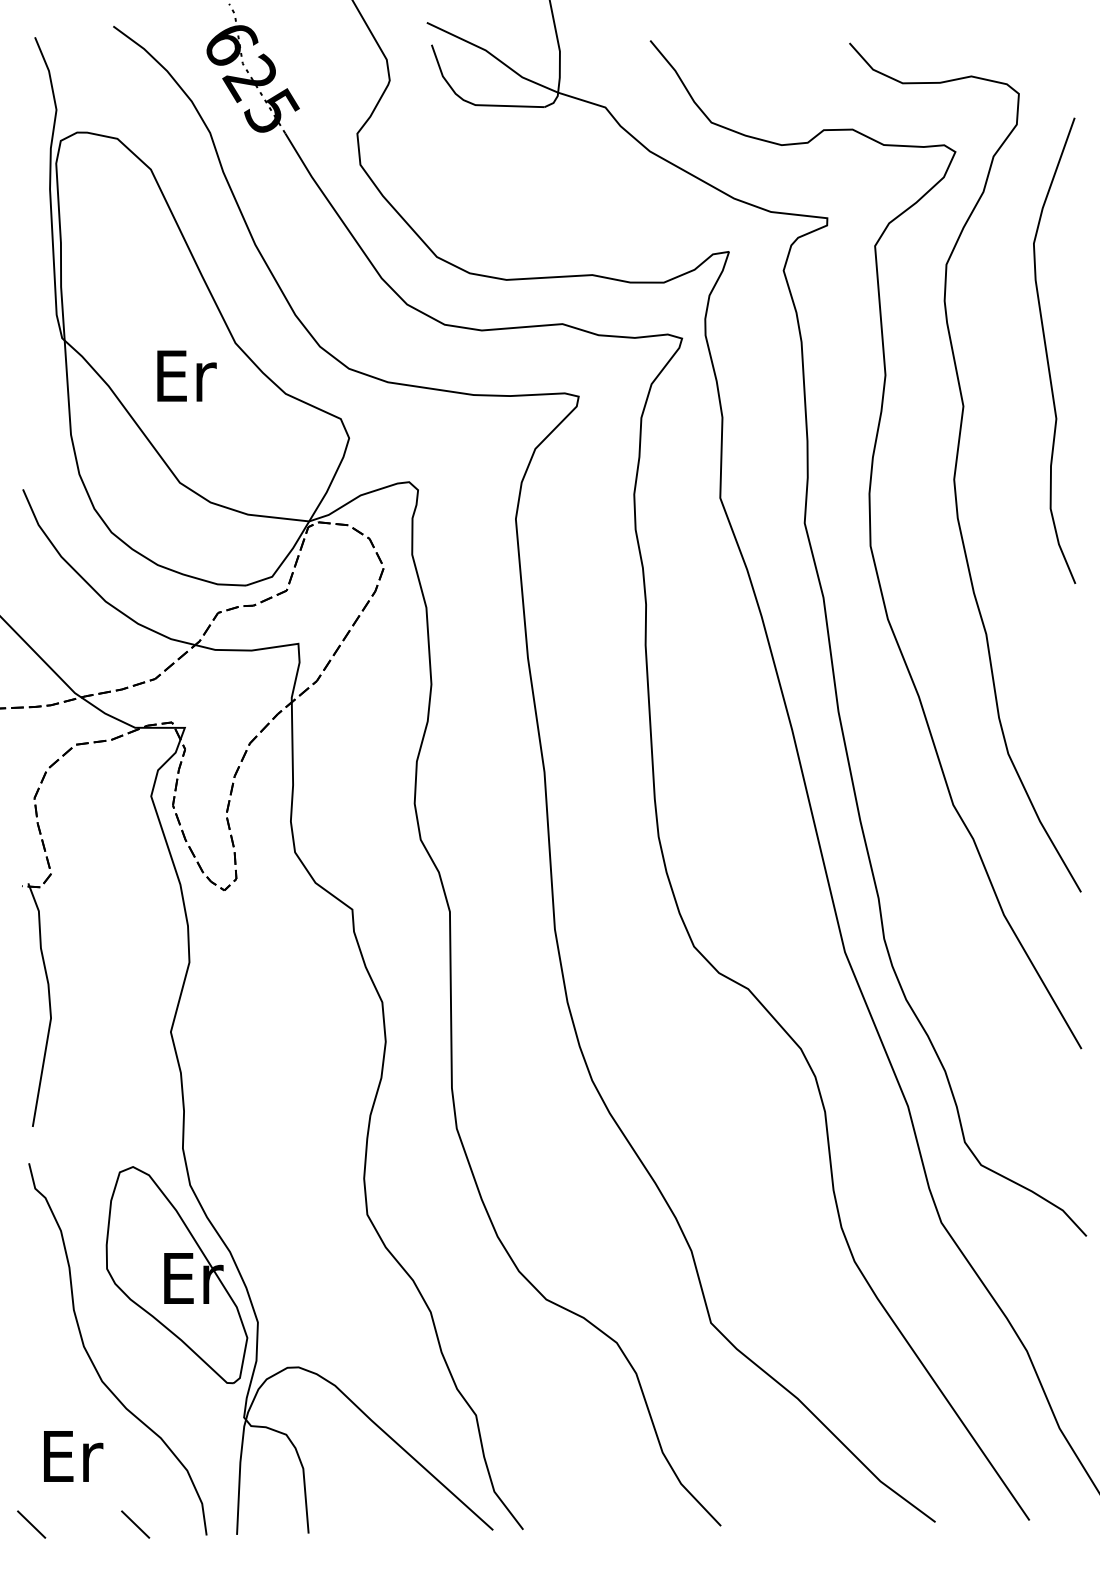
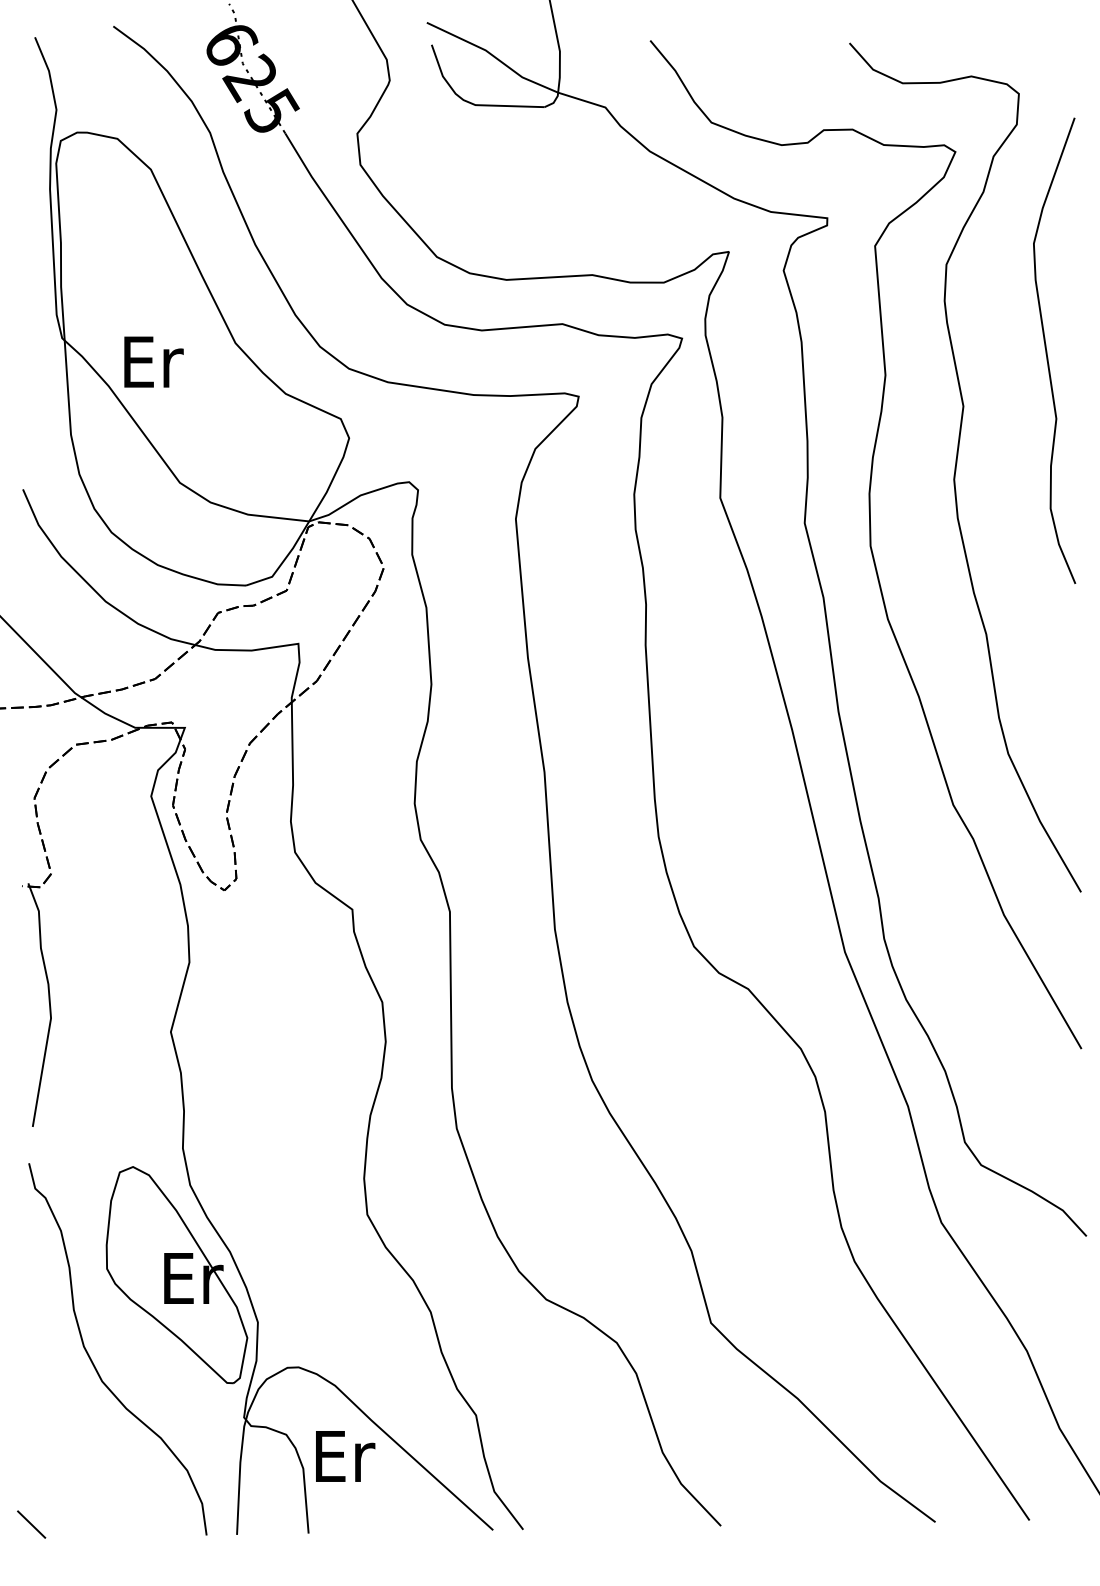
text at (186, 375) position: (186, 375) -> (153, 361)
text at (73, 1456) position: (73, 1456) -> (345, 1456)
line at (135, 1524): present -> none
